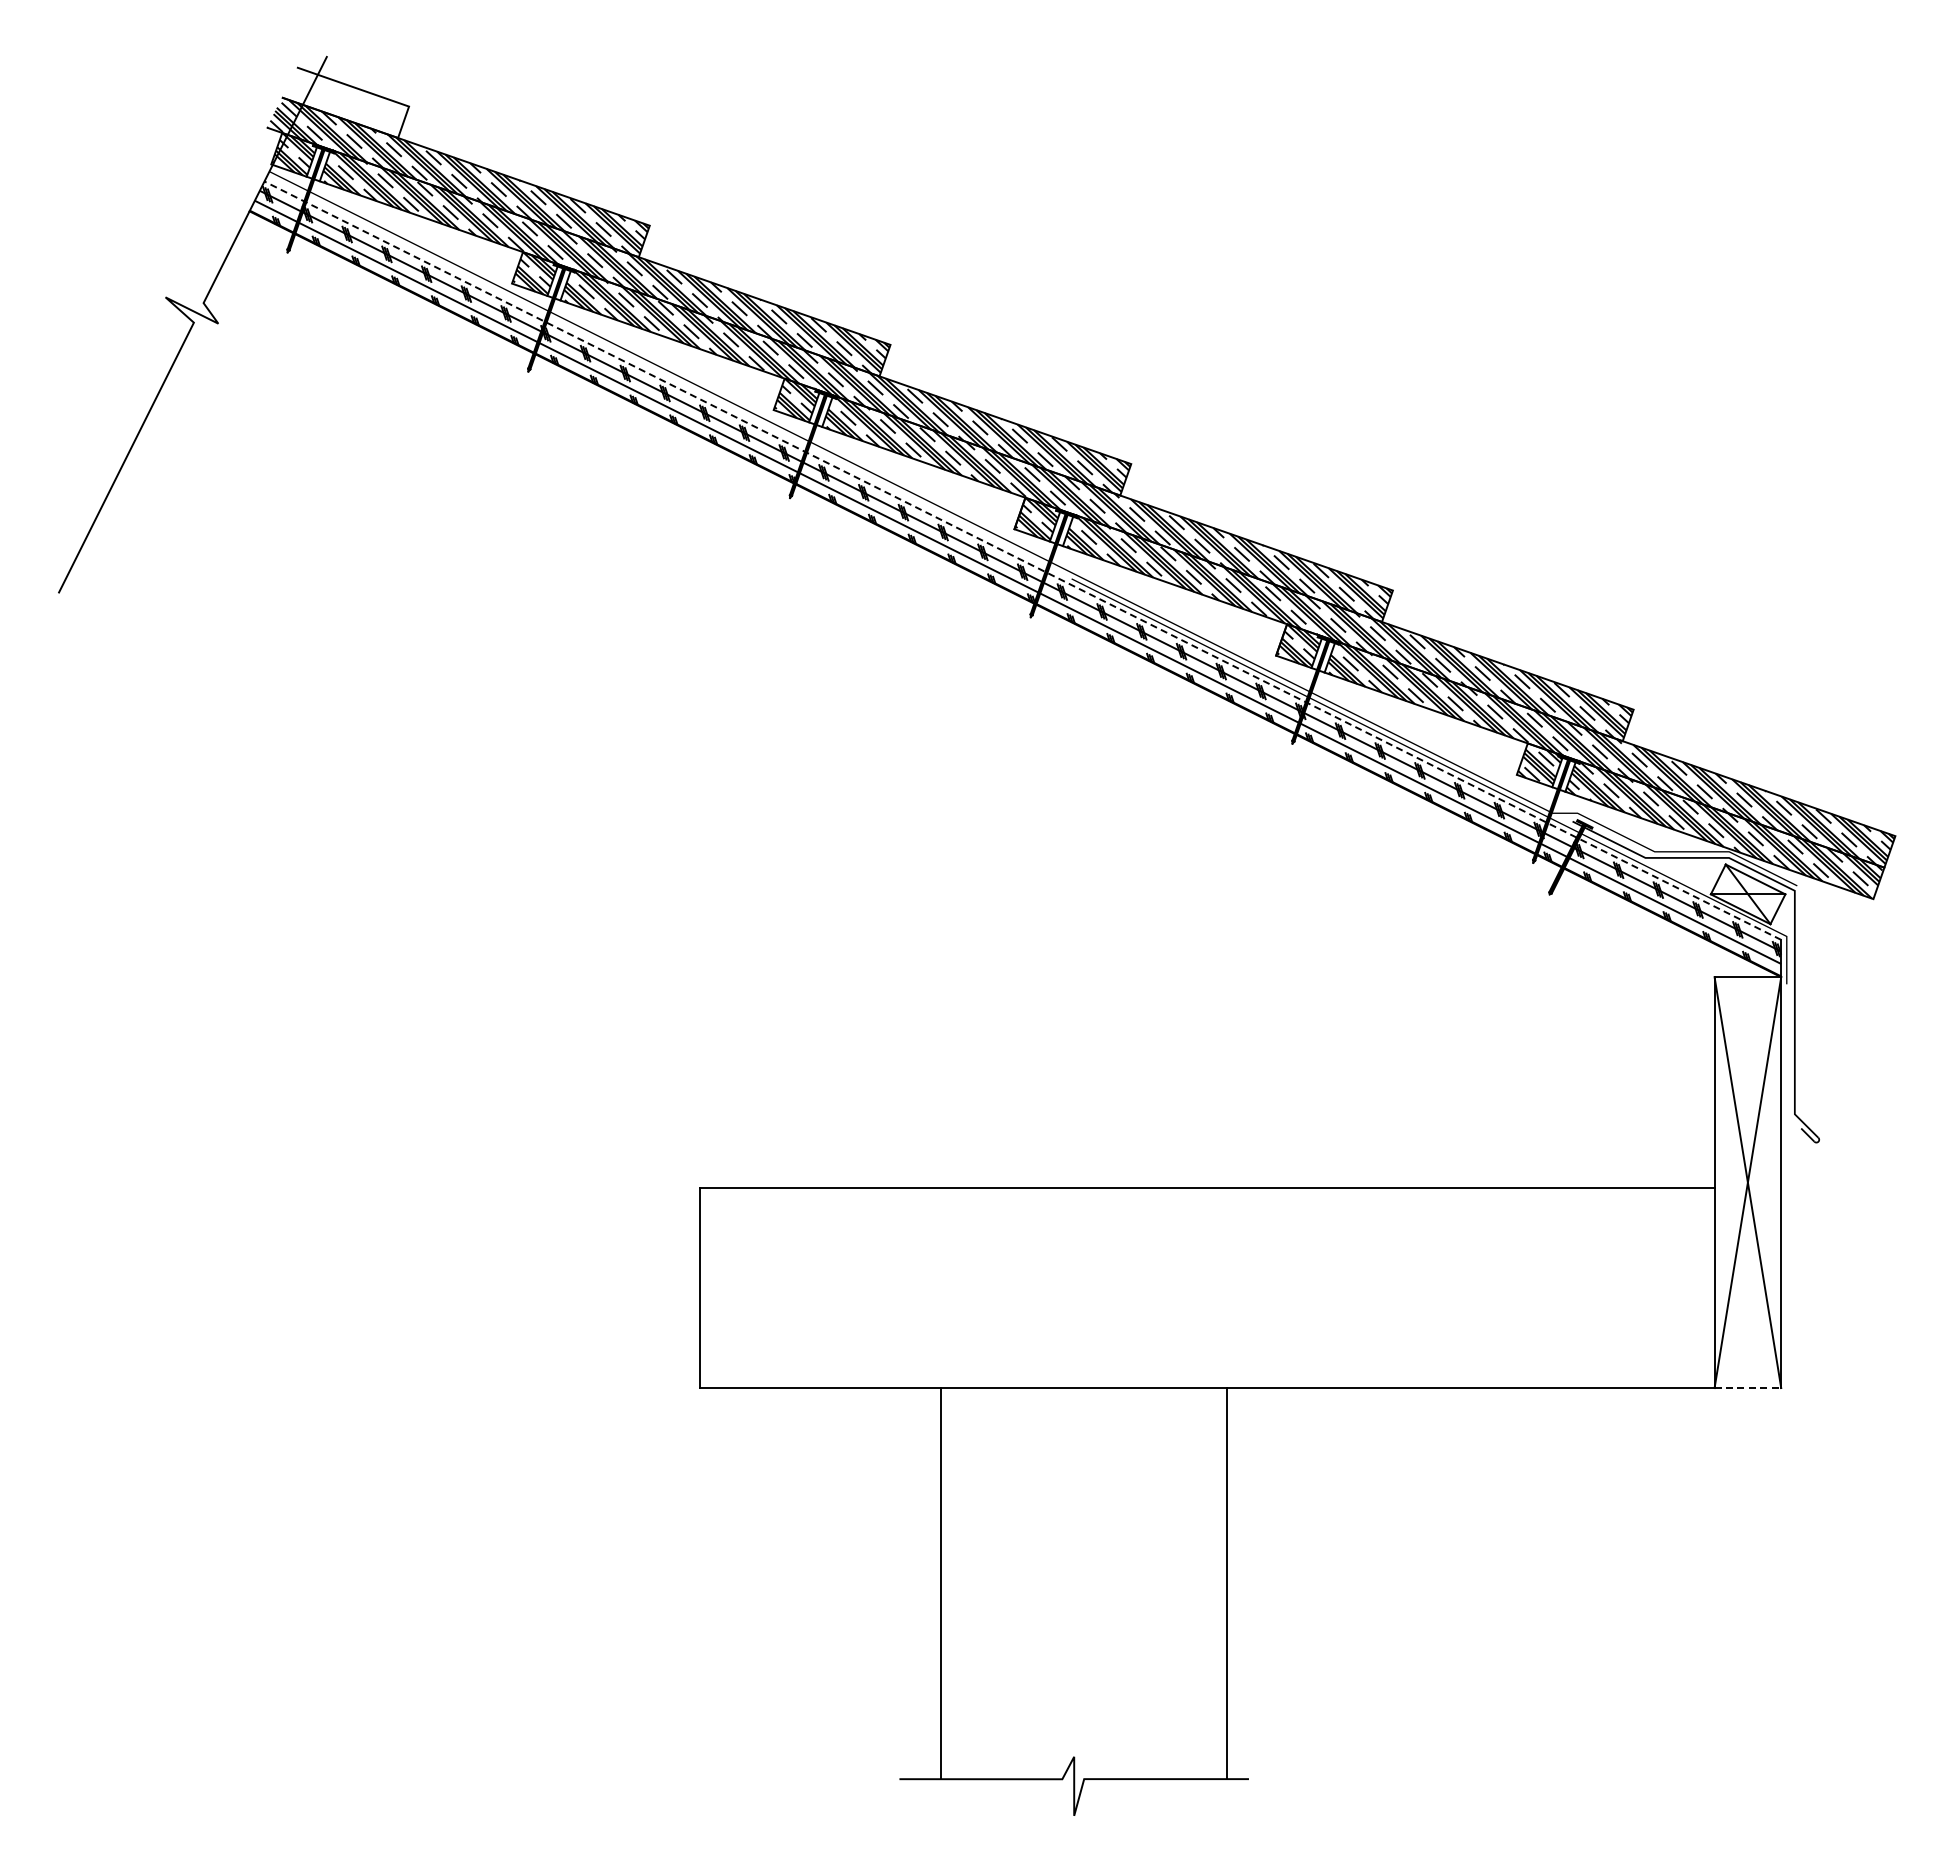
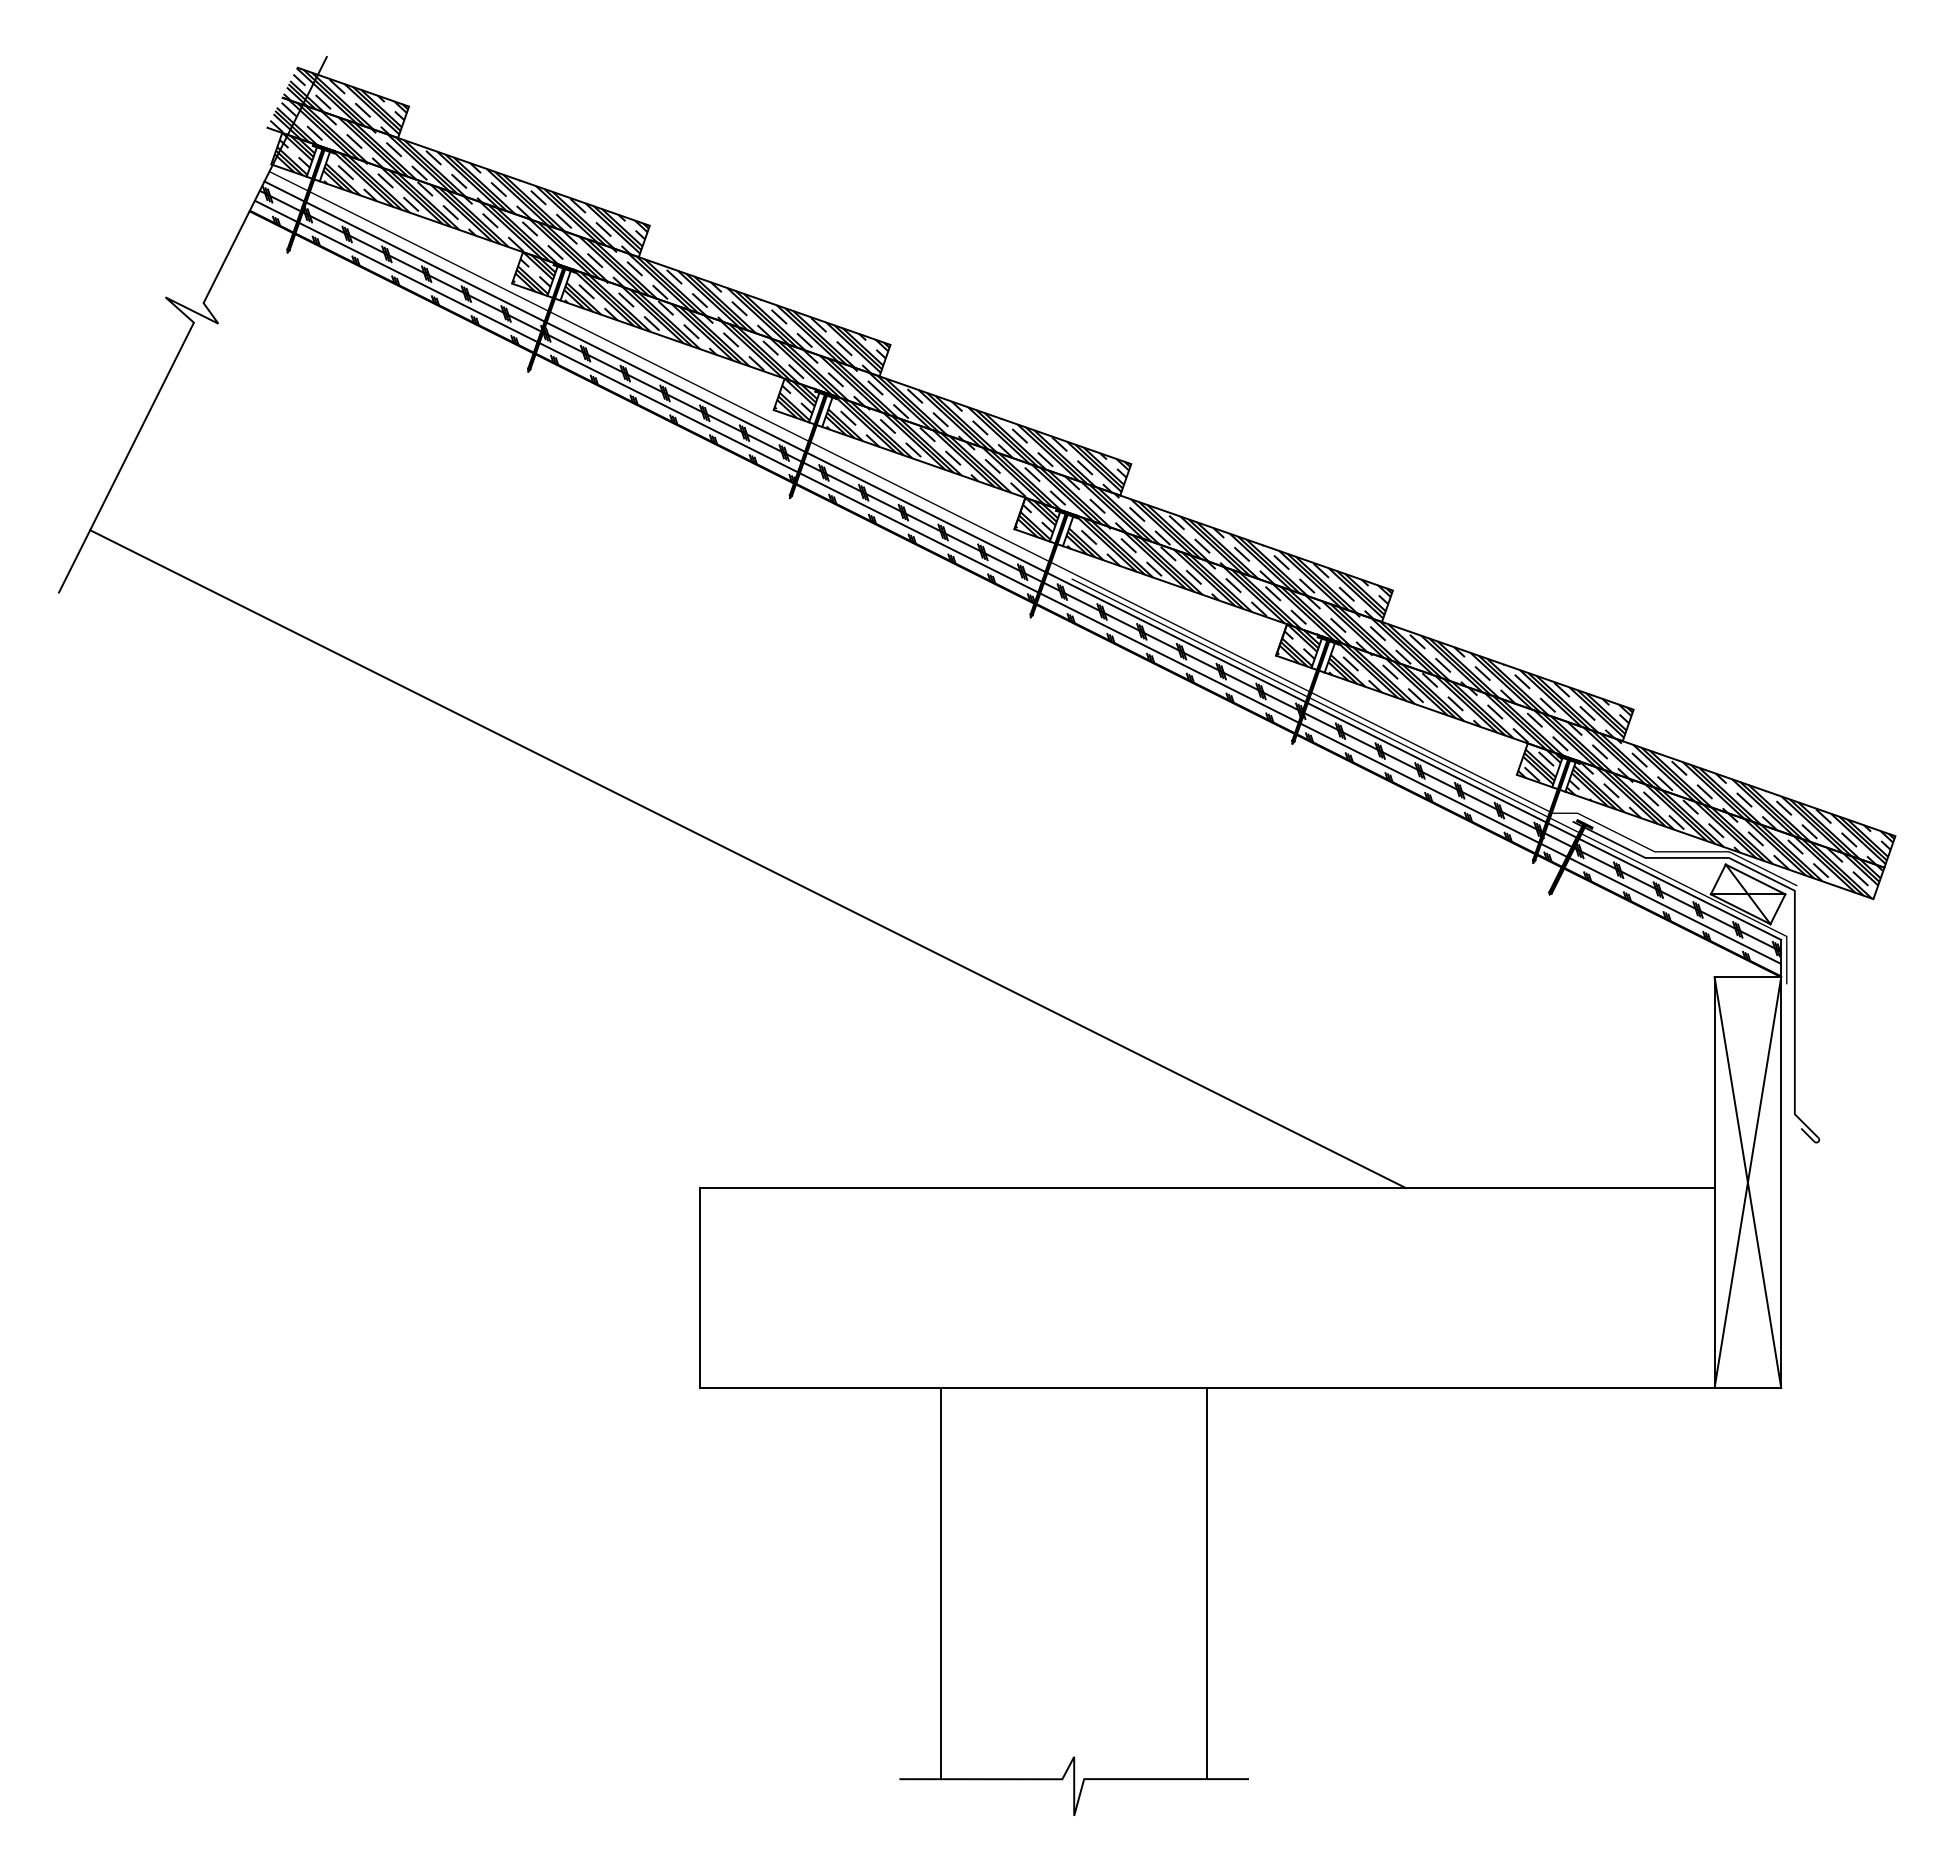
hatch at (345, 101): none -> present
line at (1022, 560): dashed -> solid
line at (748, 859): none -> present
line at (1748, 1388): dashed -> solid
line at (1227, 1583) position: (1227, 1583) -> (1207, 1583)
